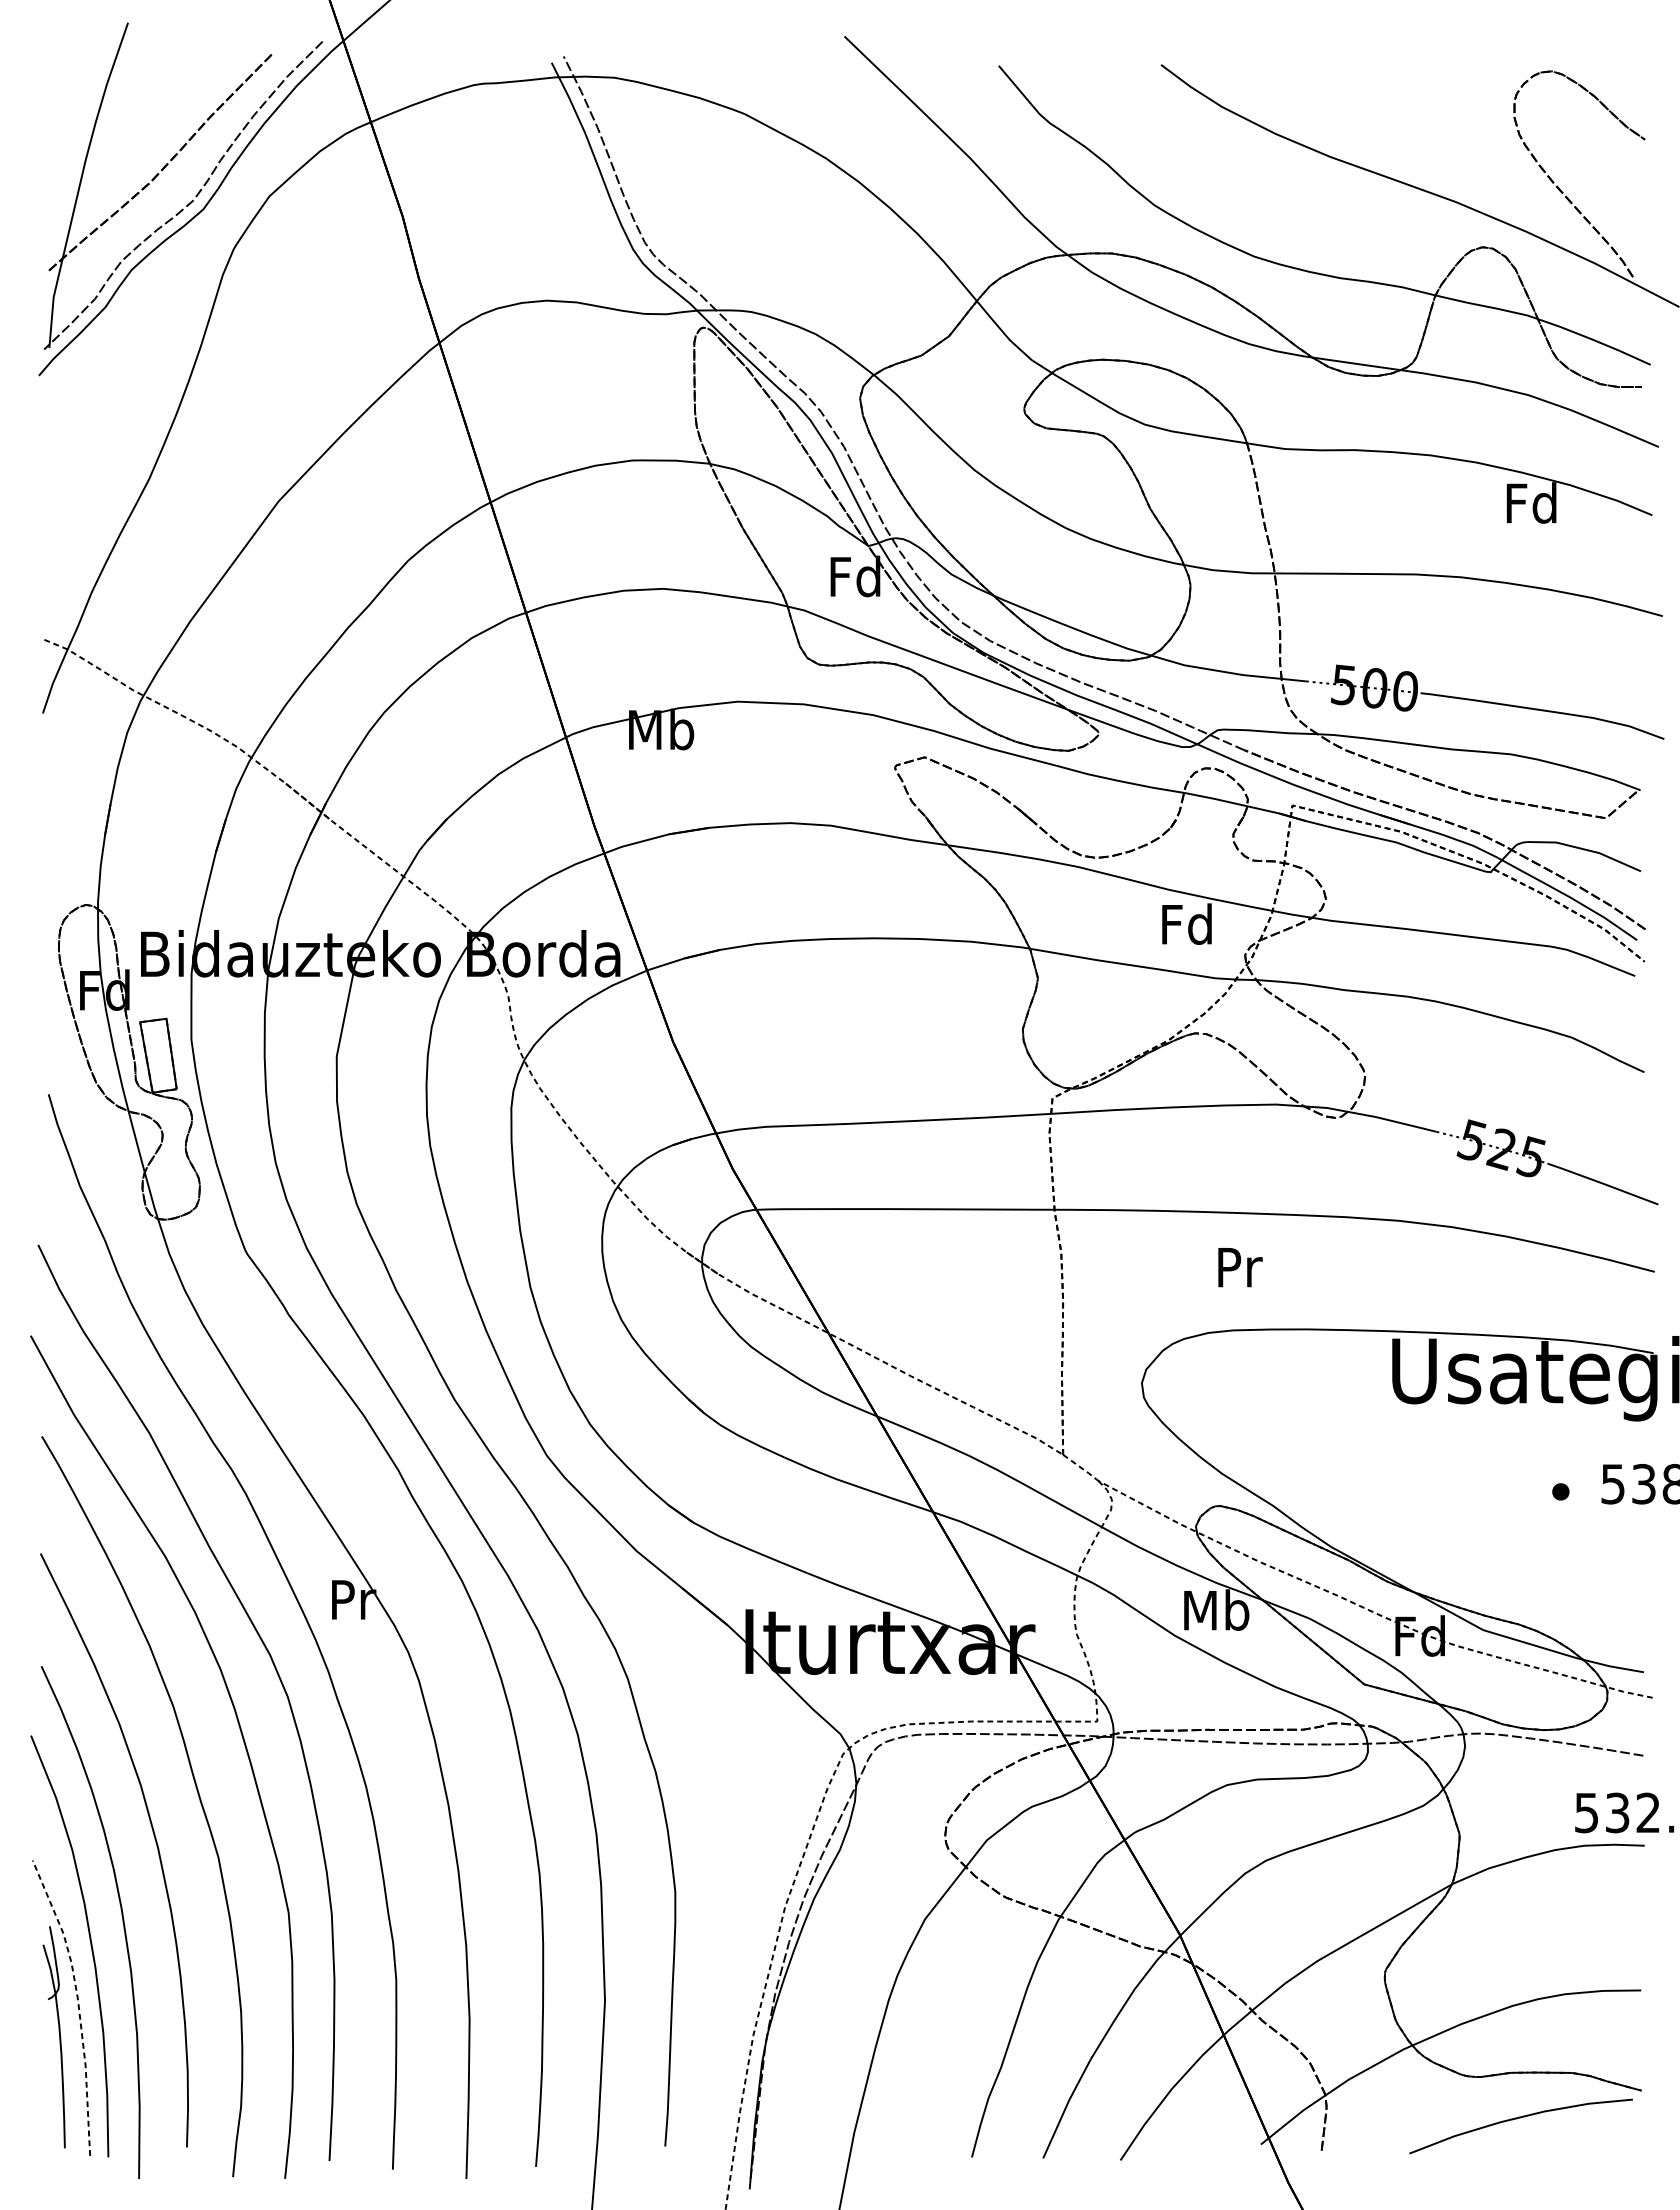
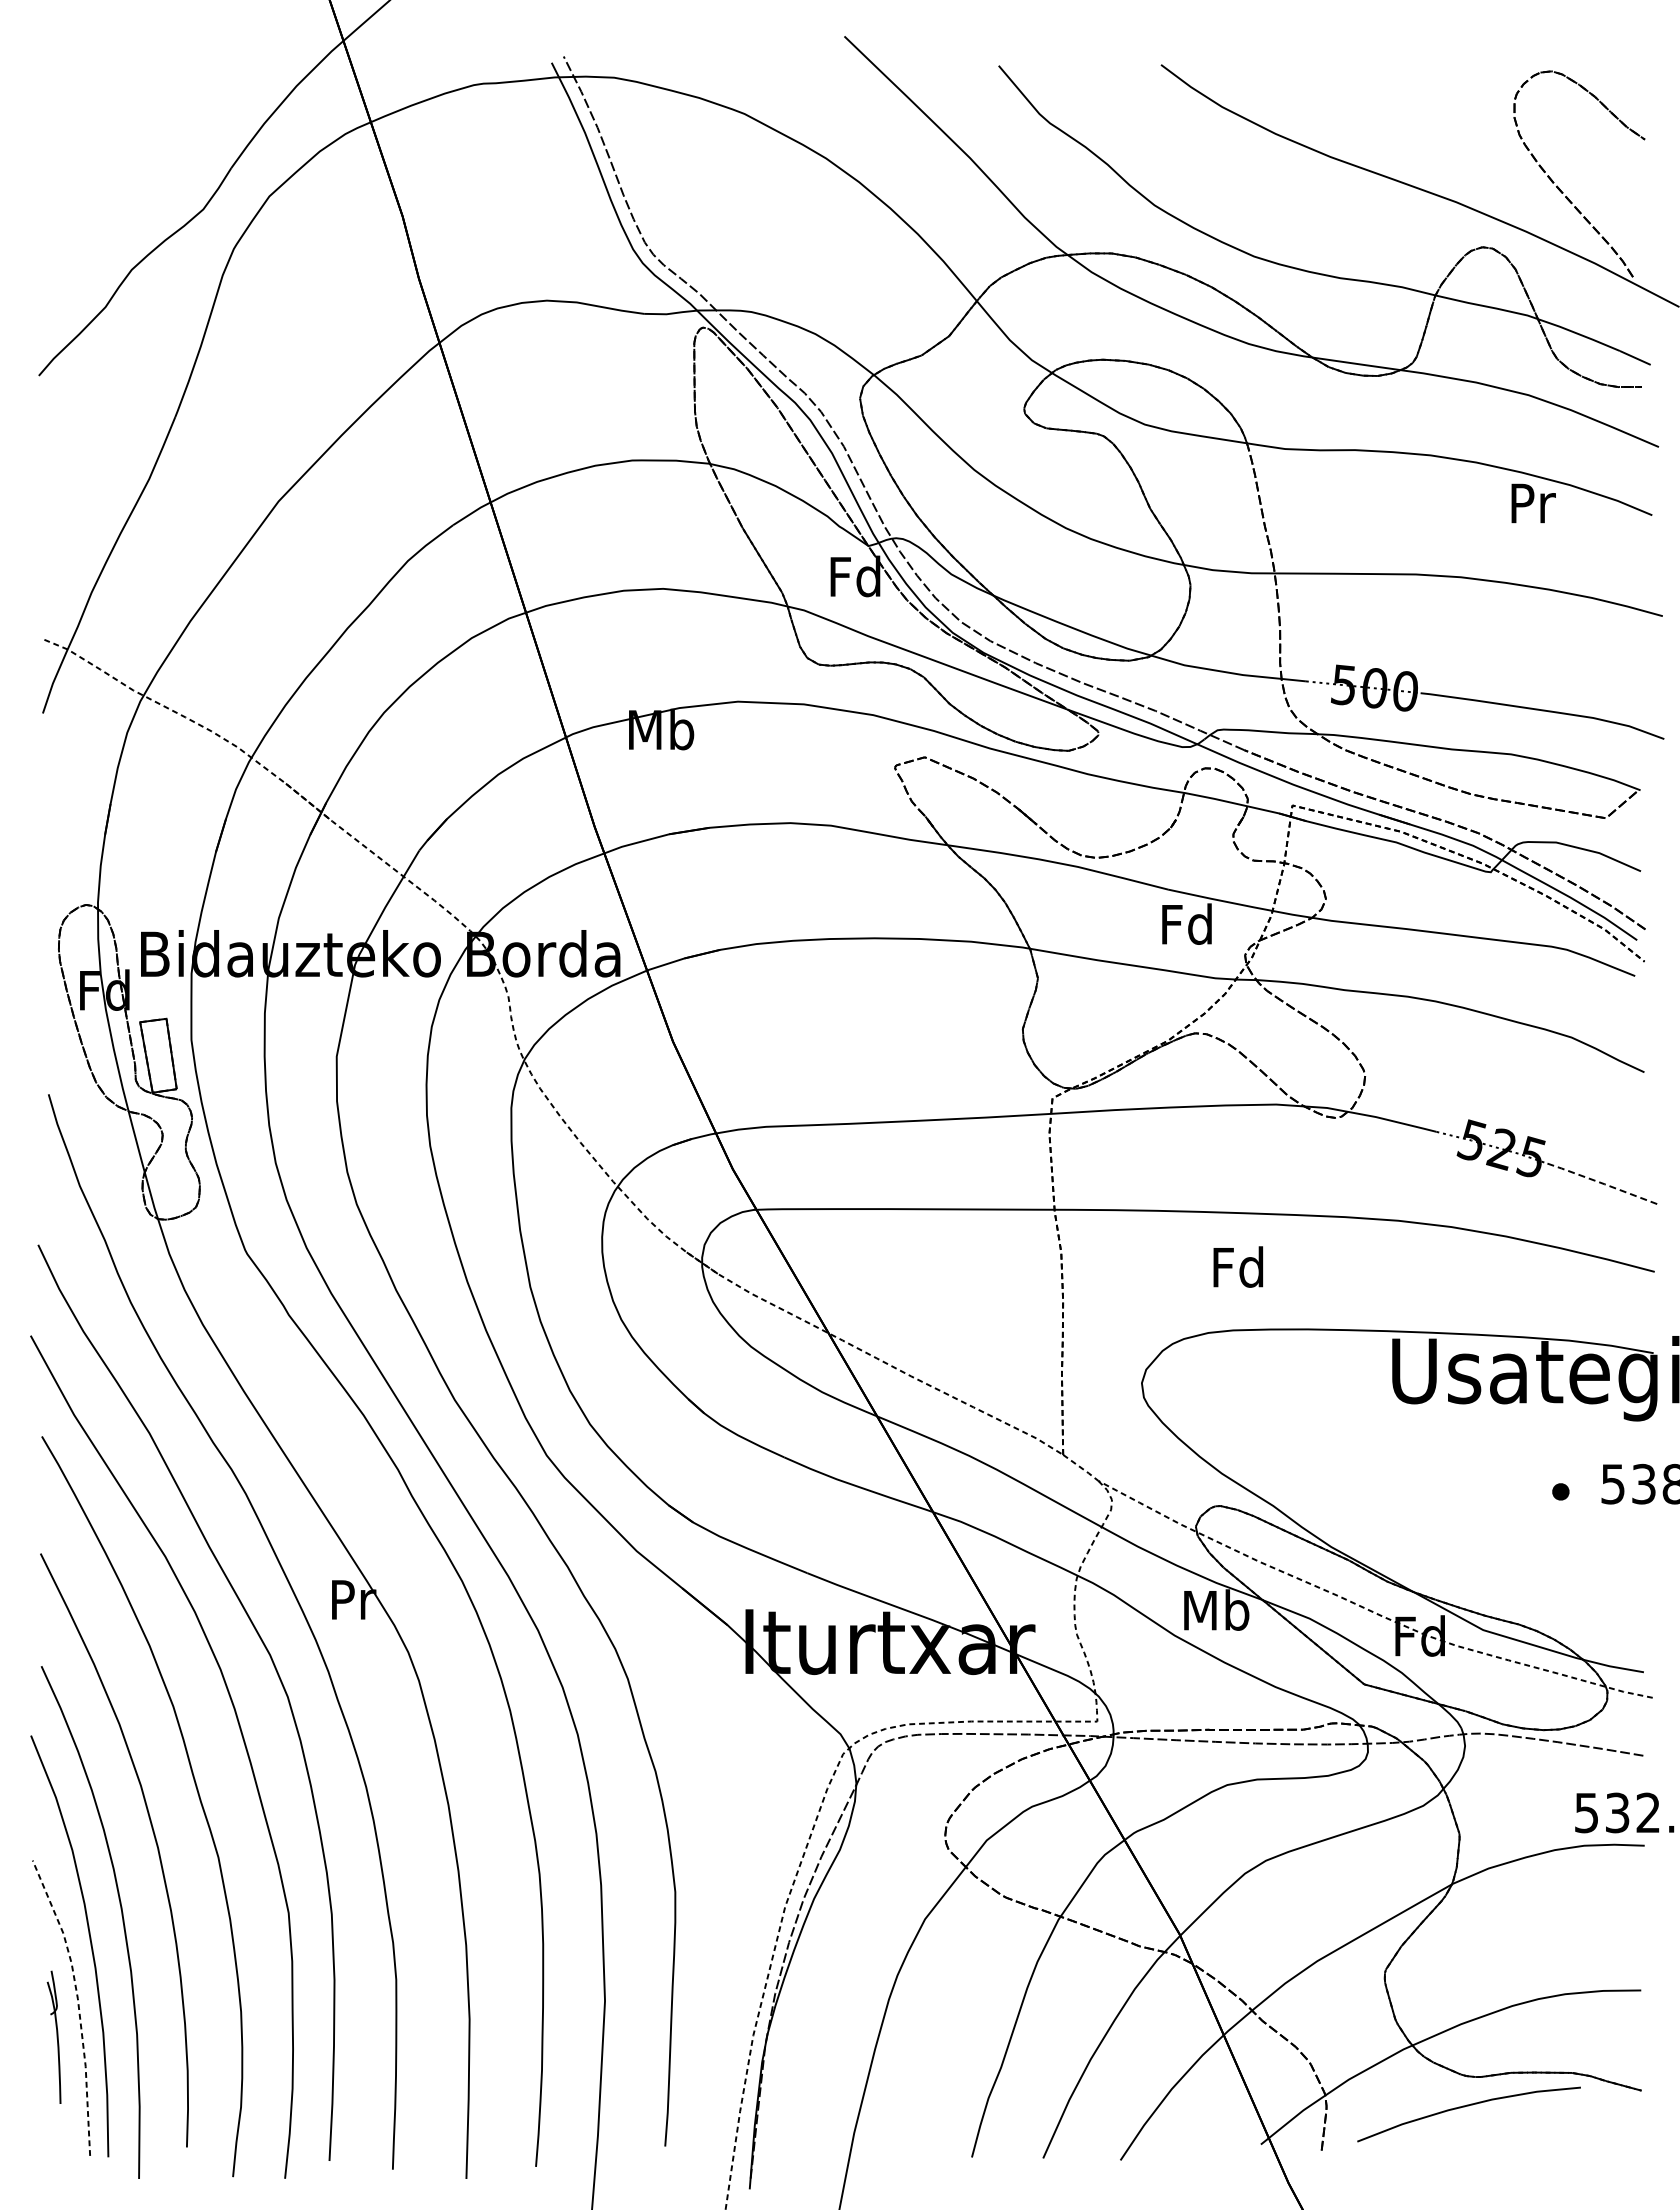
part at (195, 195): present -> none
text at (1531, 502): Fd -> Pr
line at (1602, 1183): solid -> dashed
text at (1238, 1266): Pr -> Fd
part at (53, 2037) size: 24x223 px -> 16x134 px
curve at (1520, 2118) position: (1520, 2118) -> (1468, 2106)
